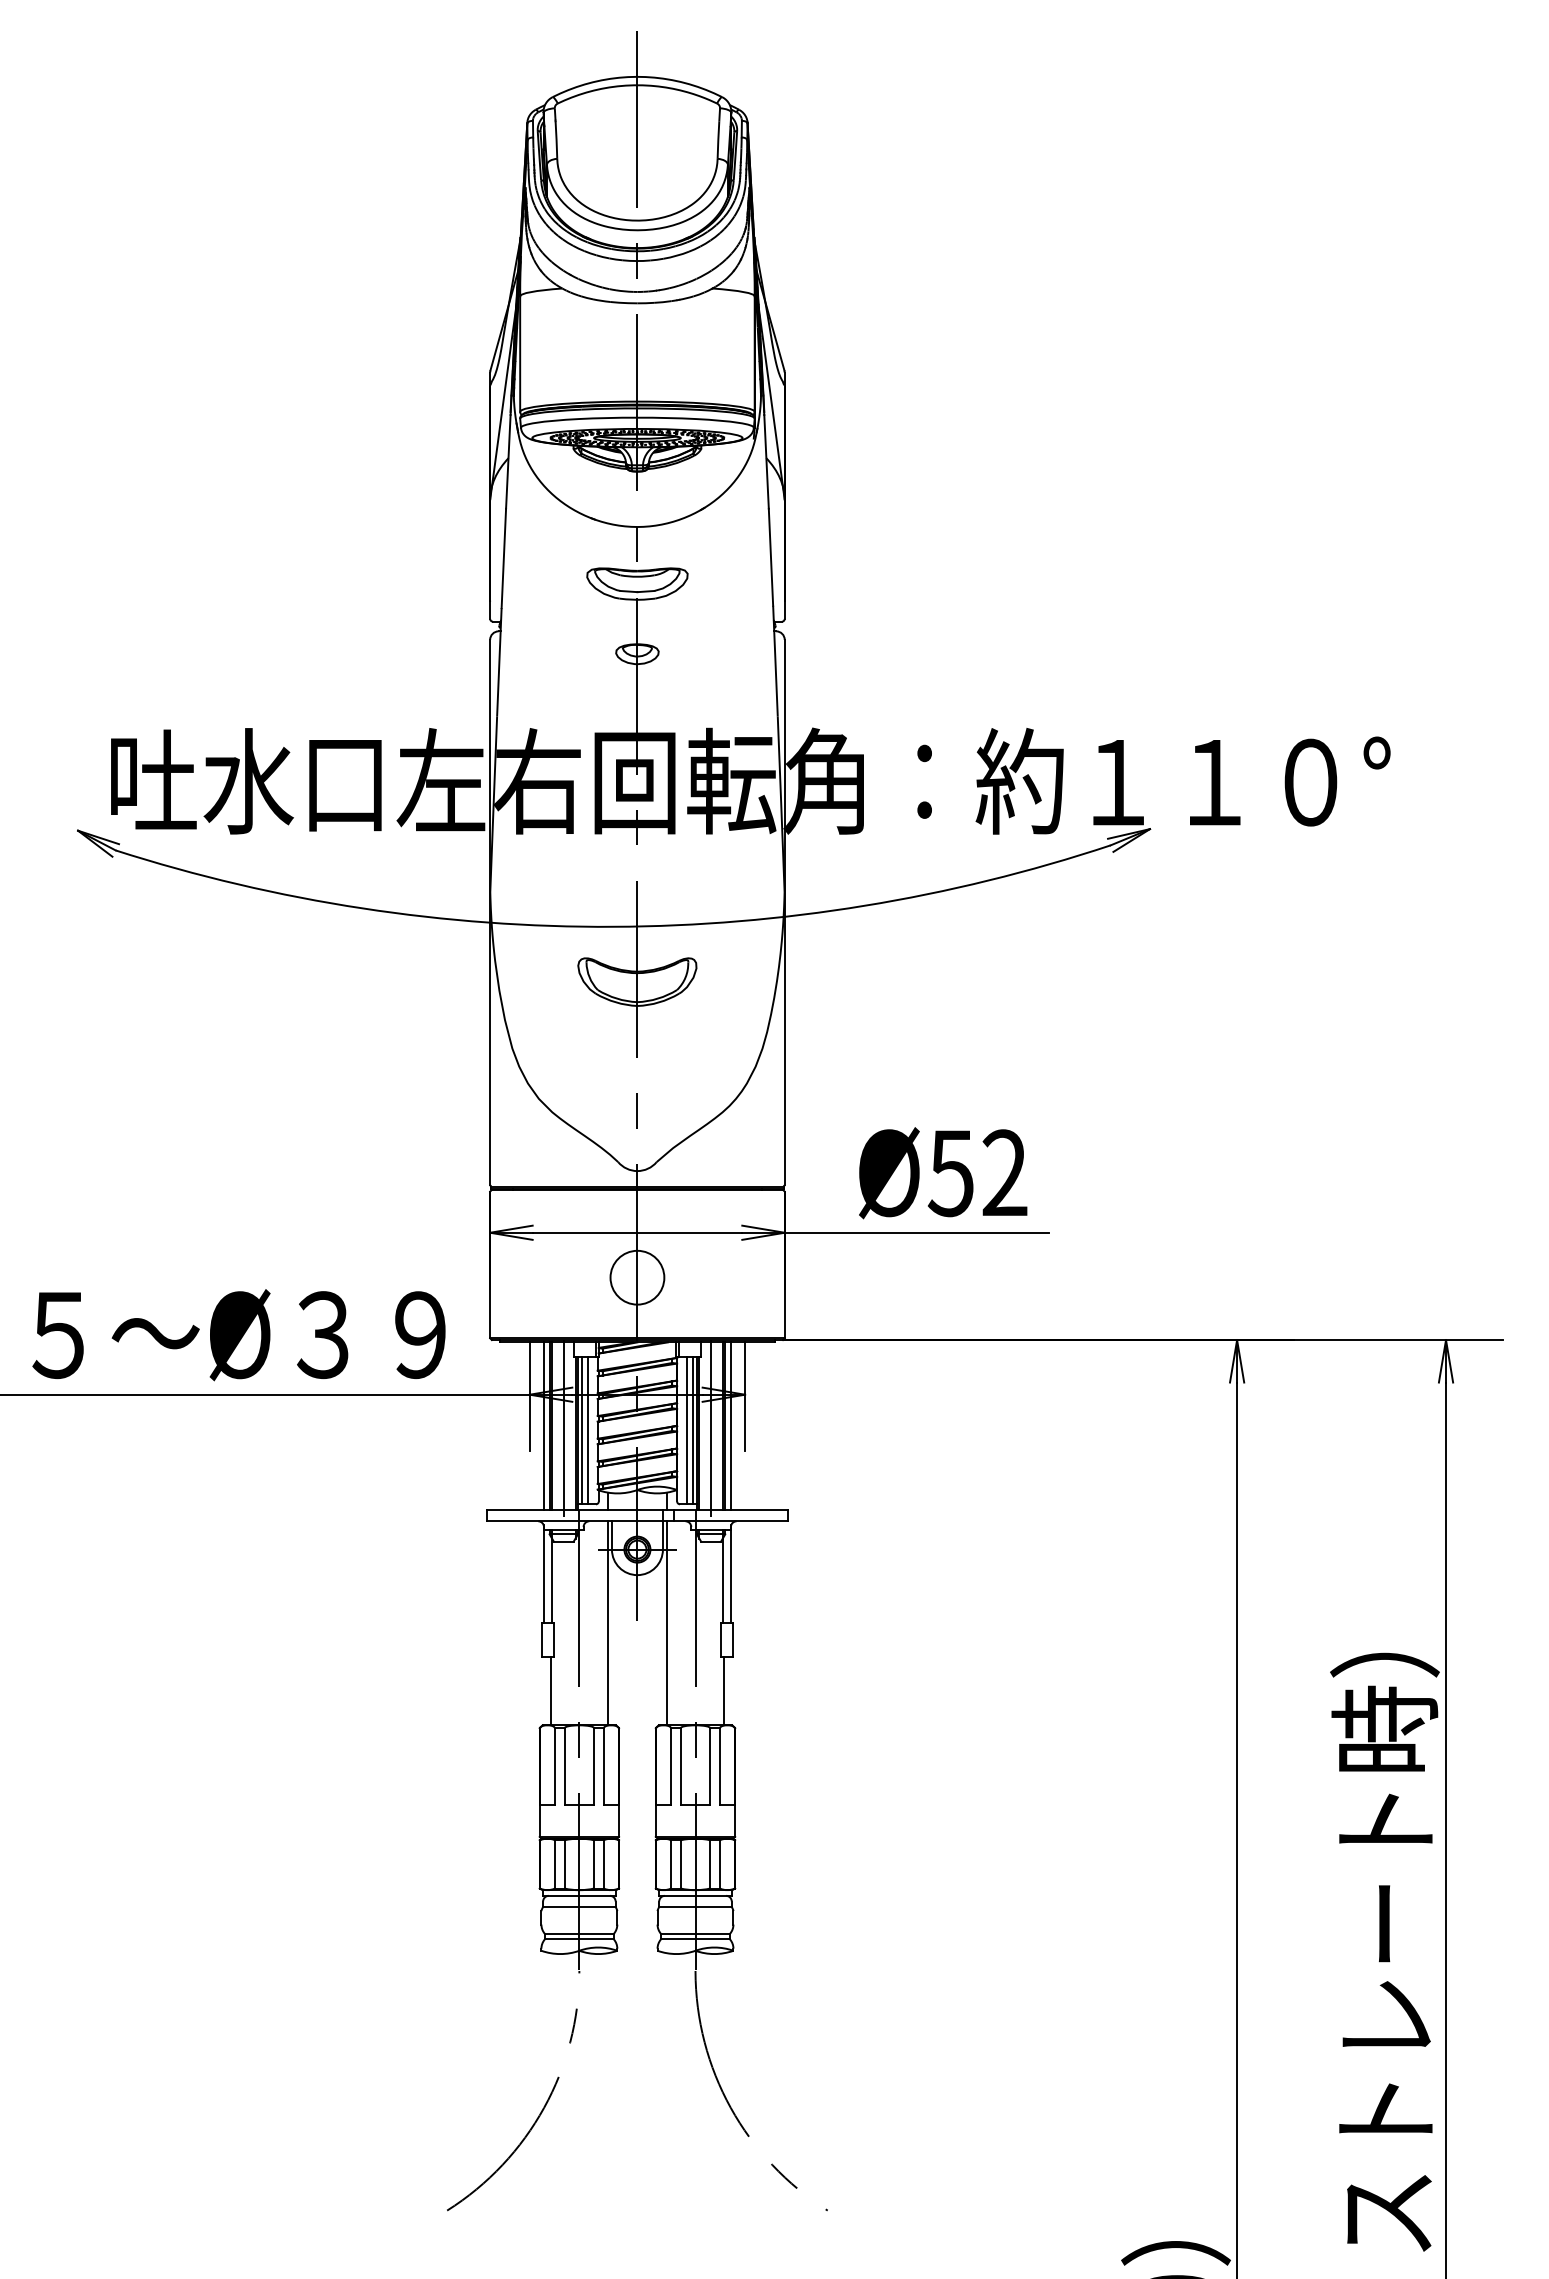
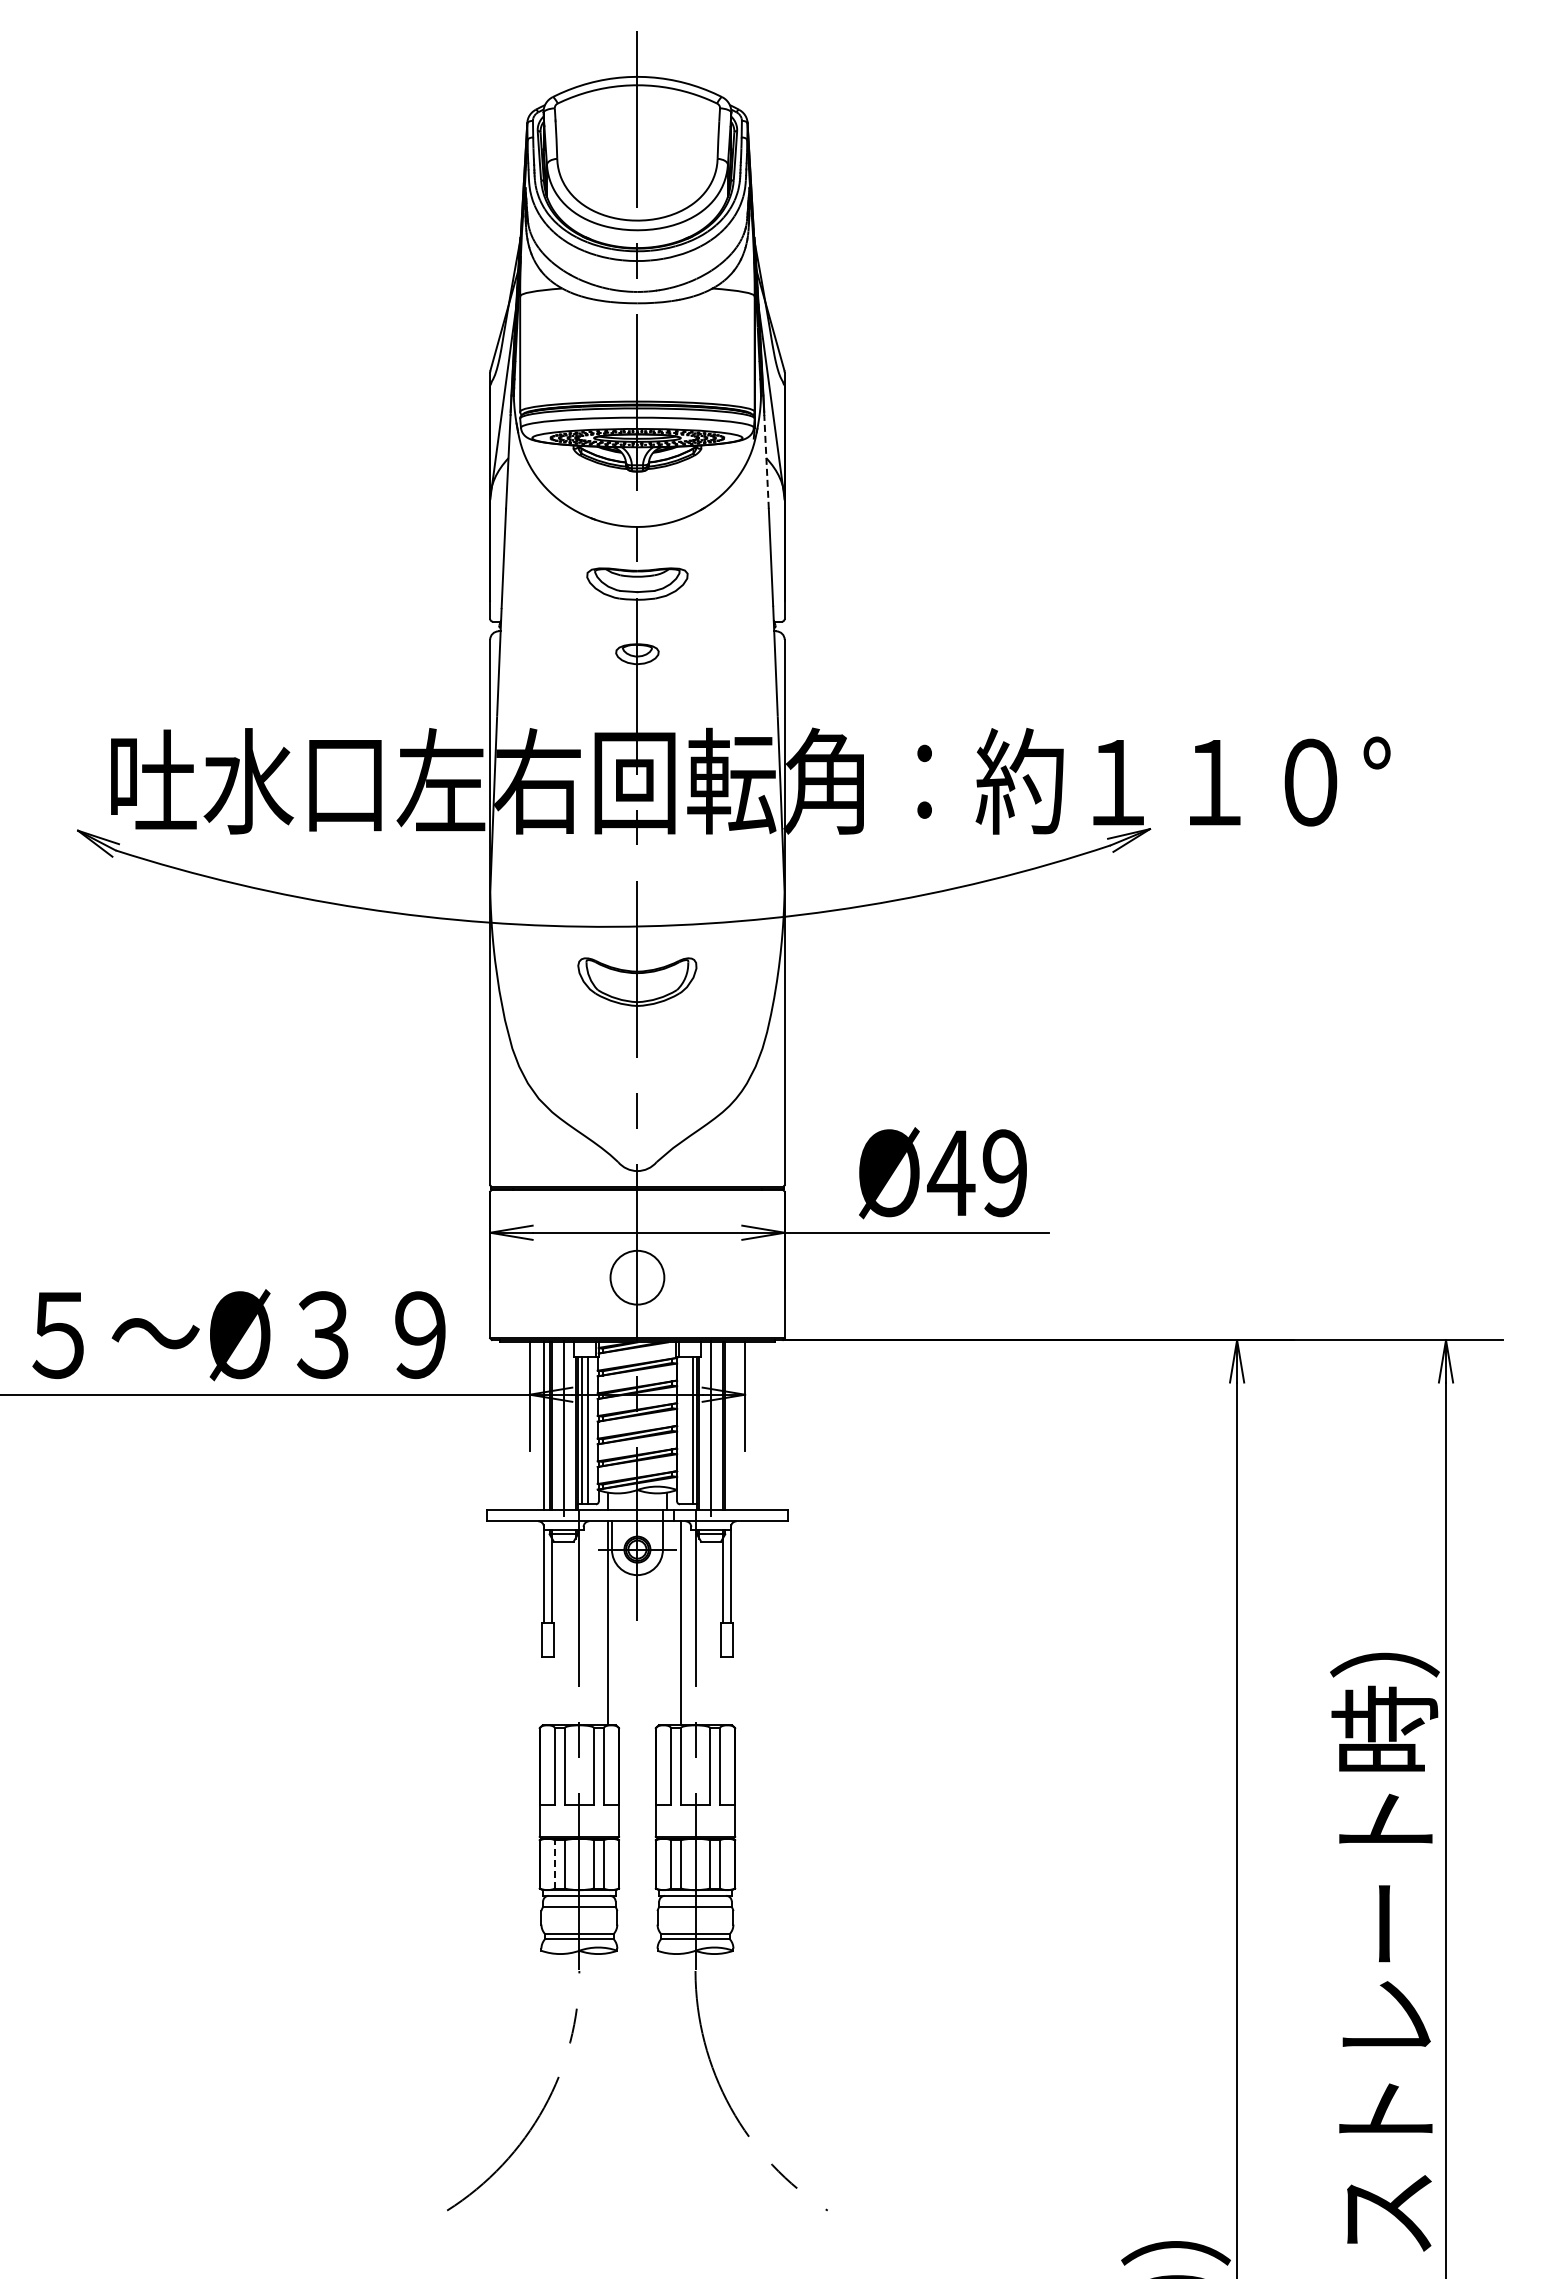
line at (766, 461): solid -> dashed
text at (977, 1173): Ø52 -> Ø49
line at (731, 1425): present -> none
line at (687, 1430): present -> none
line at (667, 1623) position: (667, 1623) -> (681, 1623)
line at (551, 1690): present -> none
line at (723, 1690): present -> none
line at (554, 1863): solid -> dashed
